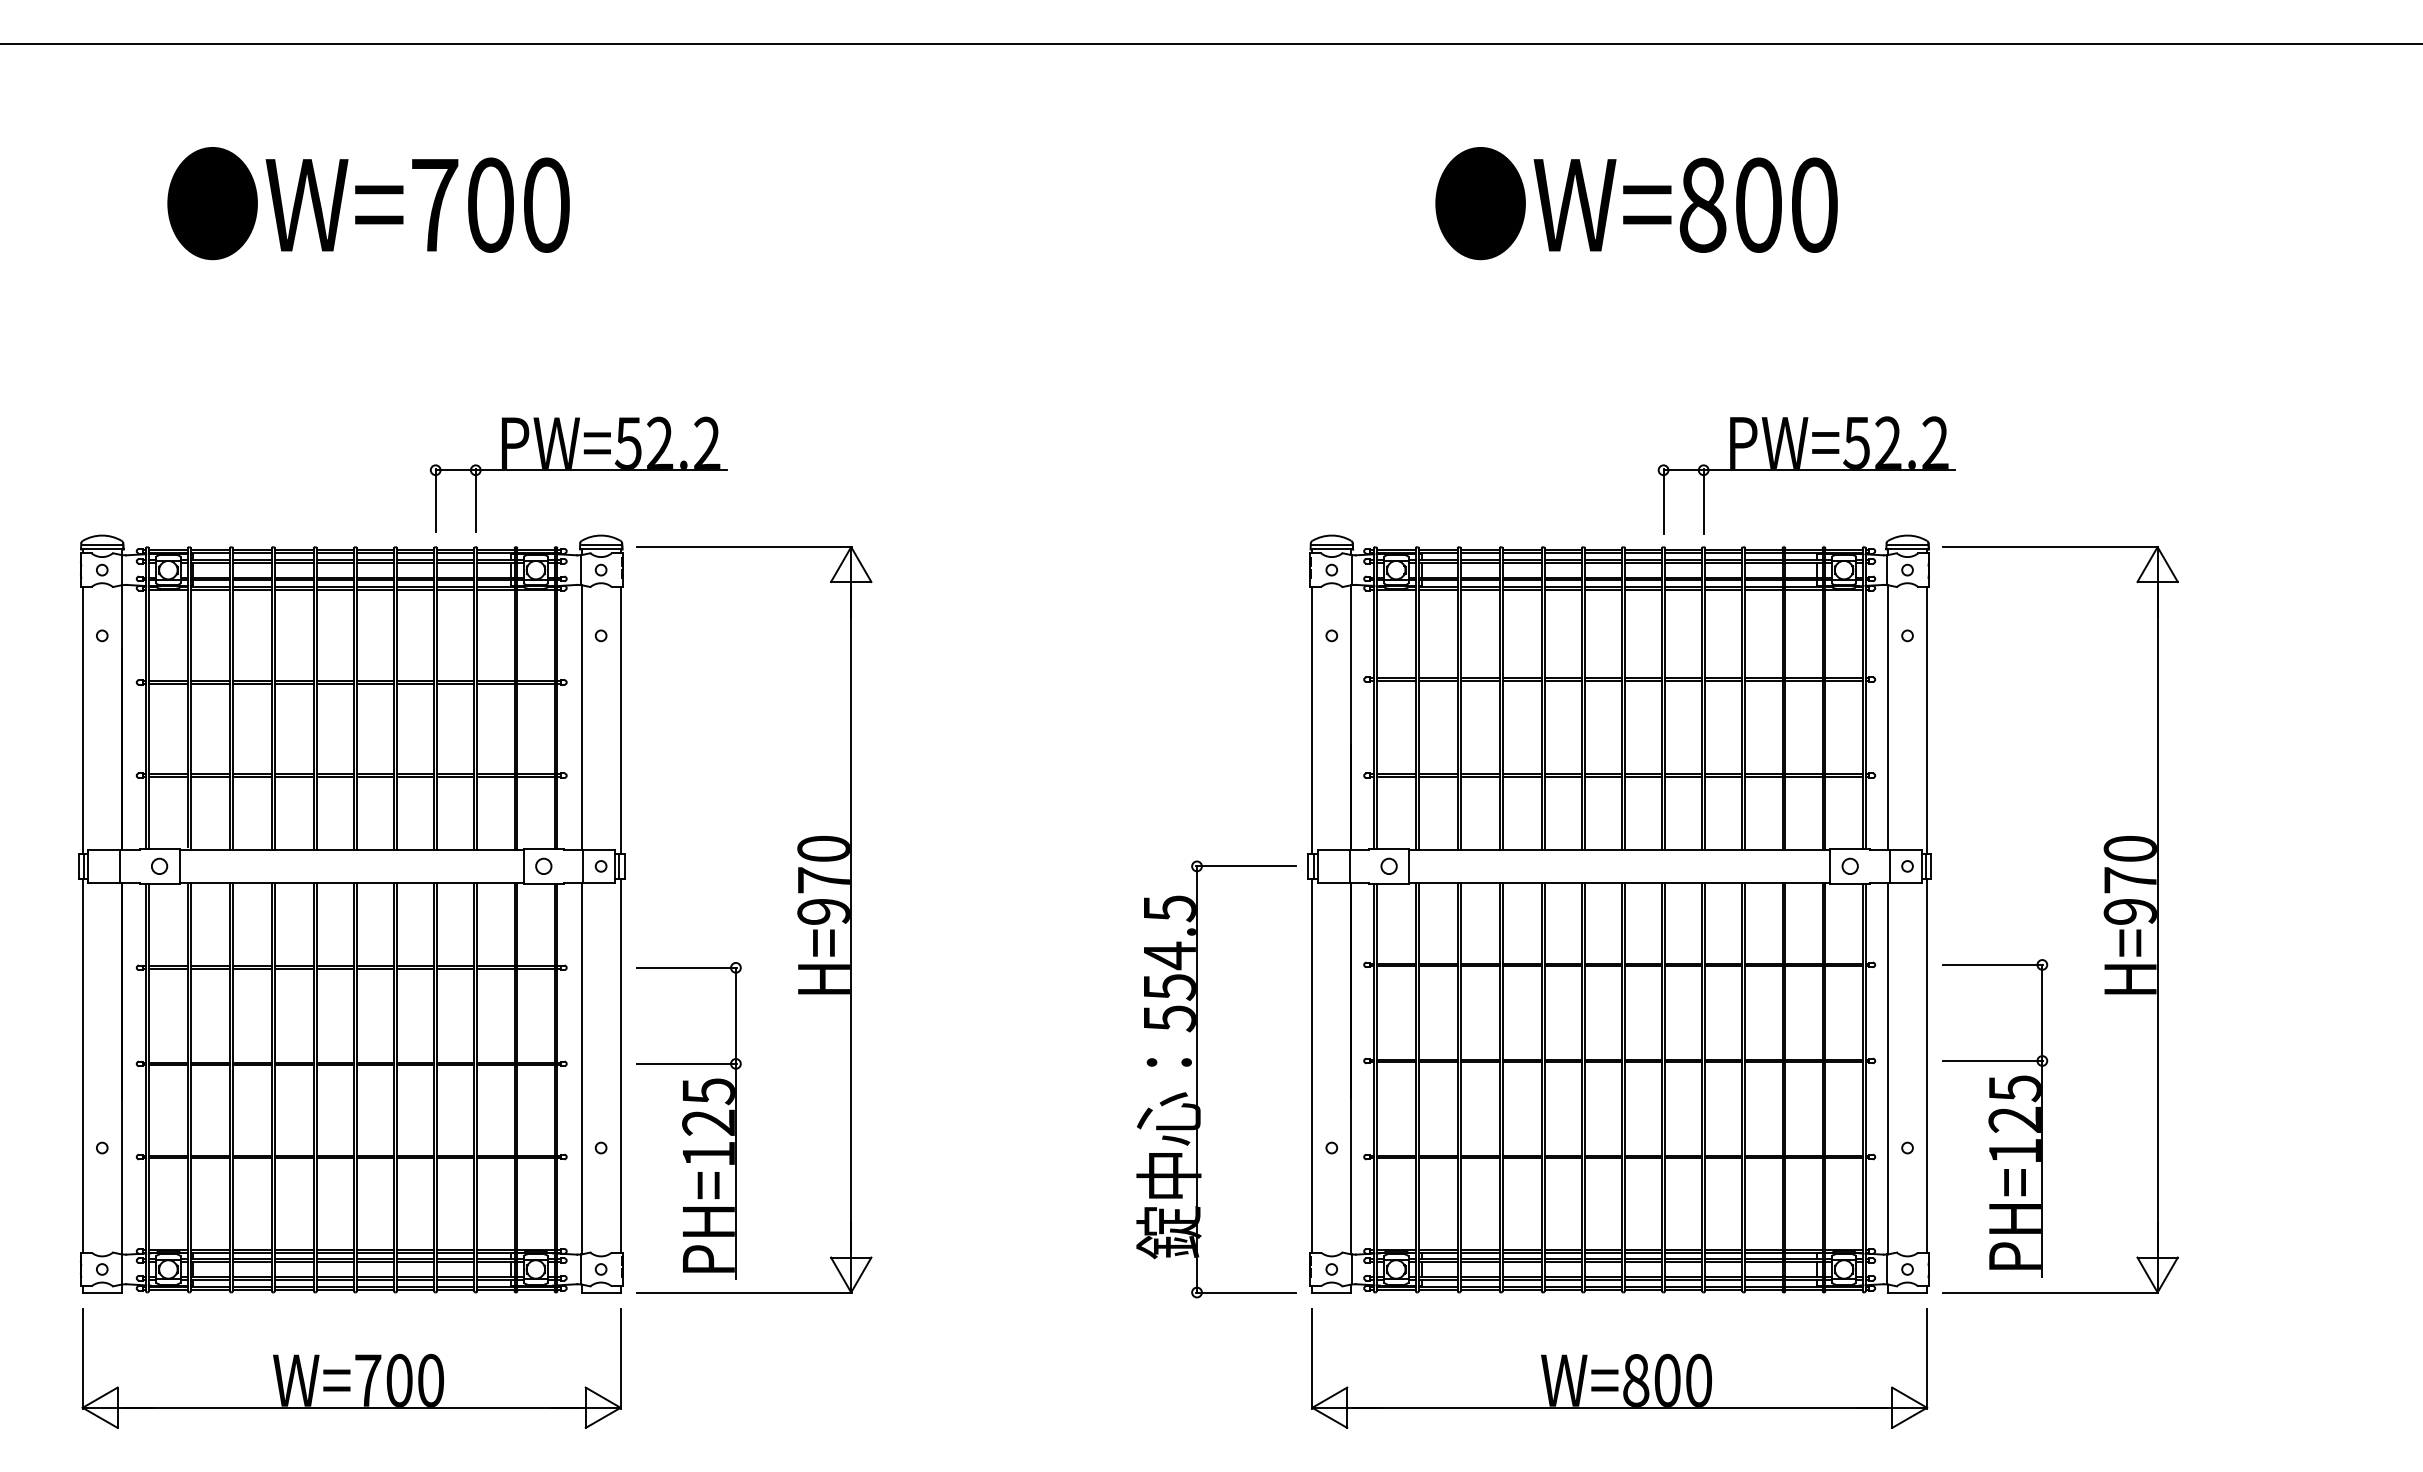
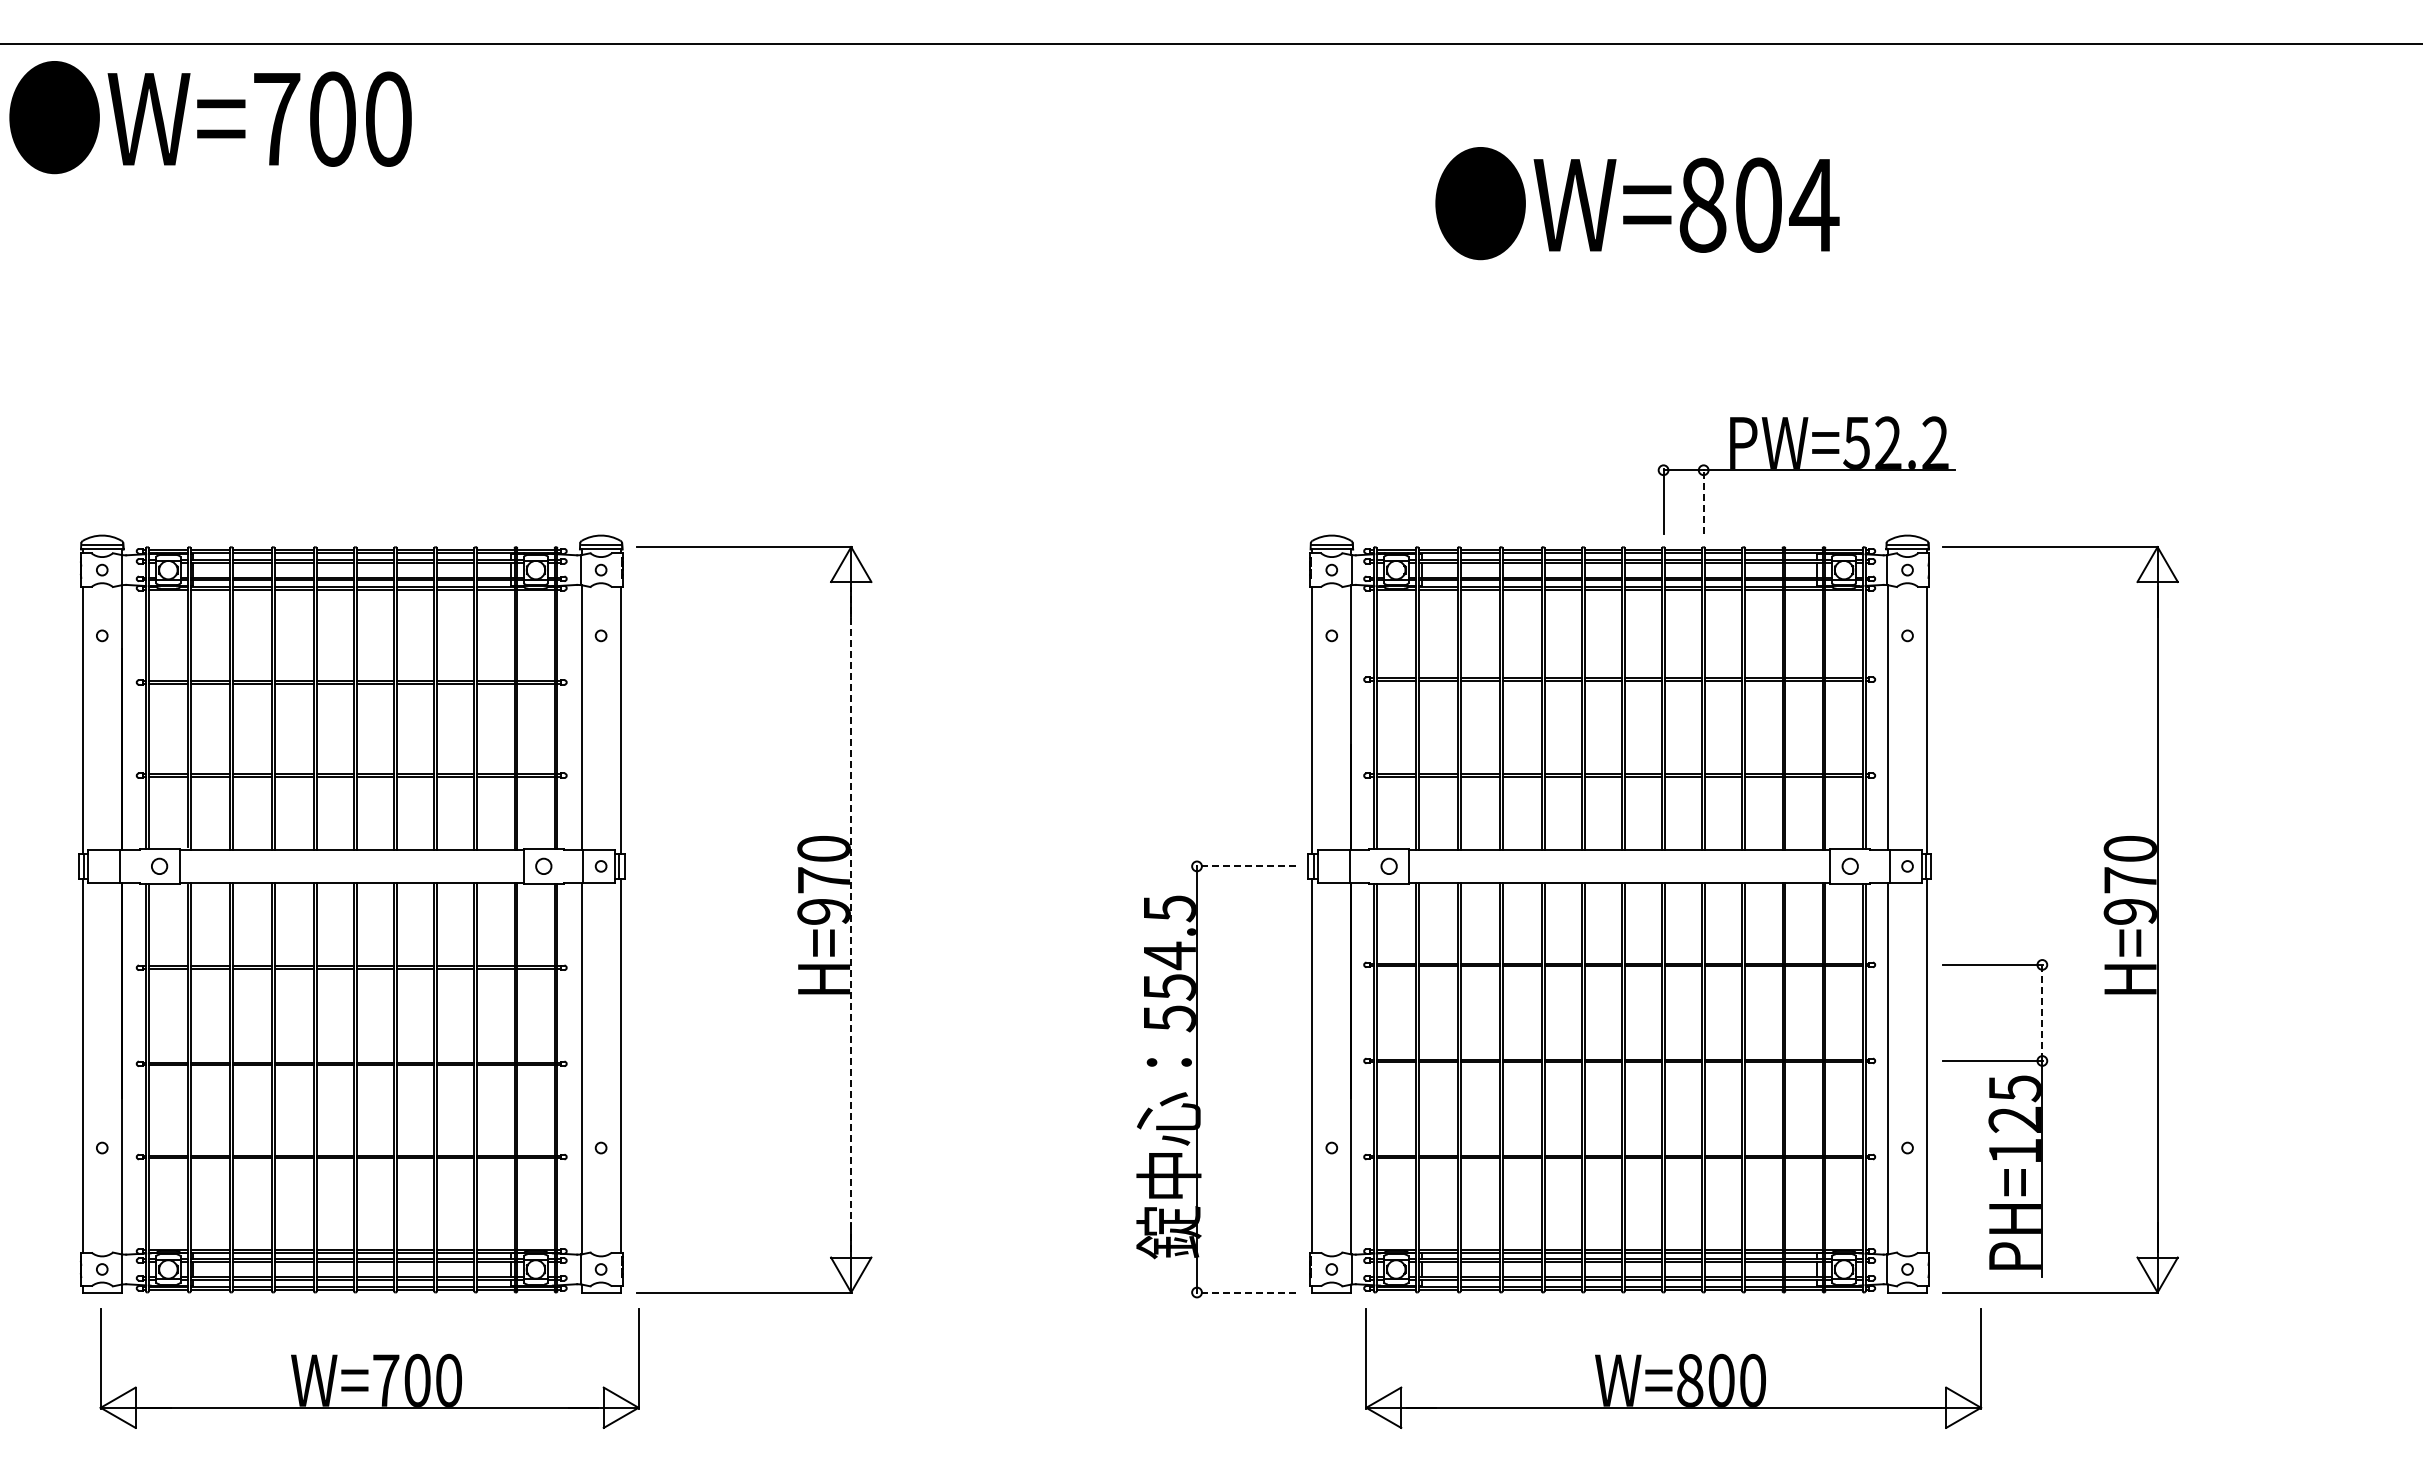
text at (368, 203) position: (368, 203) -> (210, 117)
text at (1814, 204): W=800 -> W=804
part at (578, 474): present -> none
line at (1703, 501): solid -> dashed
line at (1246, 866): solid -> dashed
line at (851, 919): solid -> dashed
line at (2042, 1013): solid -> dashed
part at (688, 1120): present -> none
line at (1246, 1292): solid -> dashed
part at (351, 1368) position: (351, 1368) -> (369, 1368)
part at (1619, 1368) position: (1619, 1368) -> (1673, 1368)
